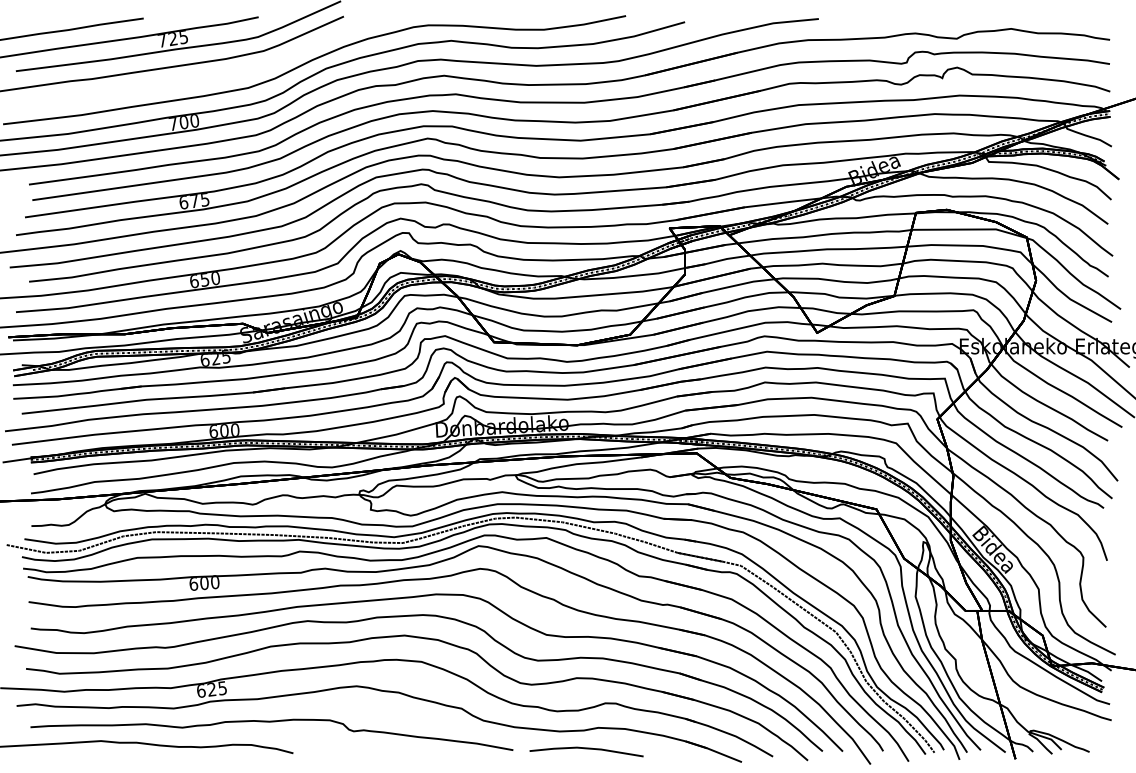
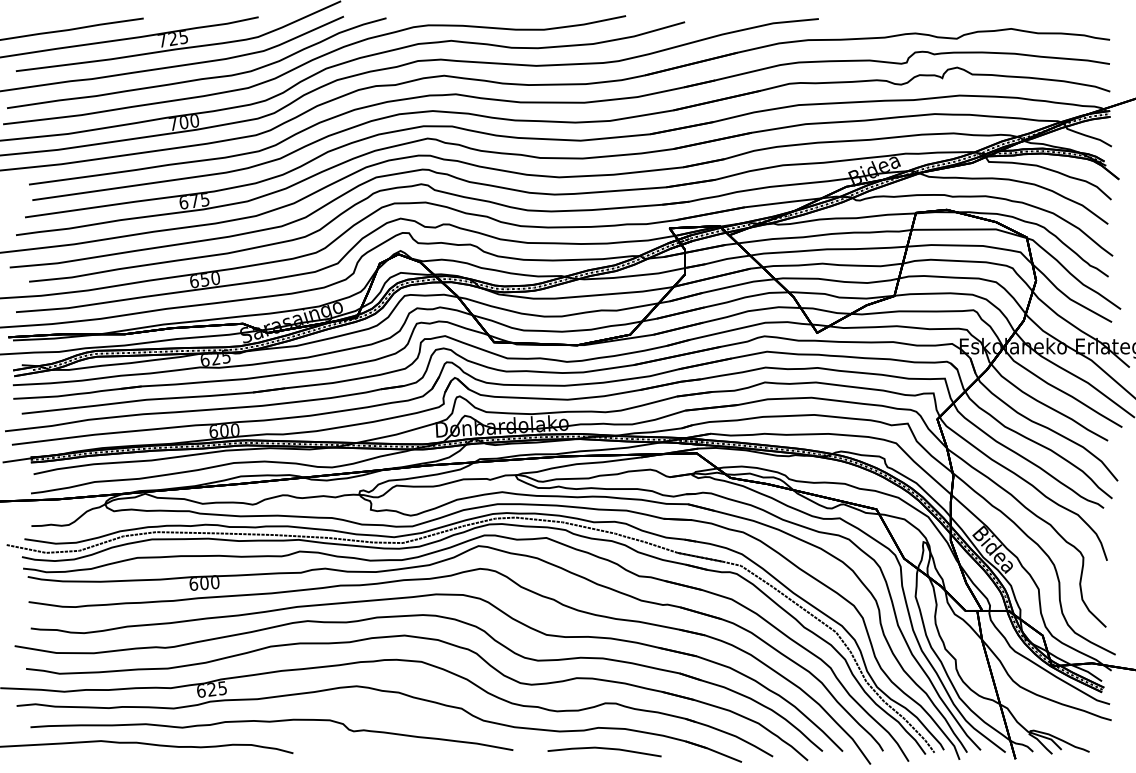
curve at (198, 78): none -> present
line at (586, 749) position: (586, 749) -> (604, 749)
